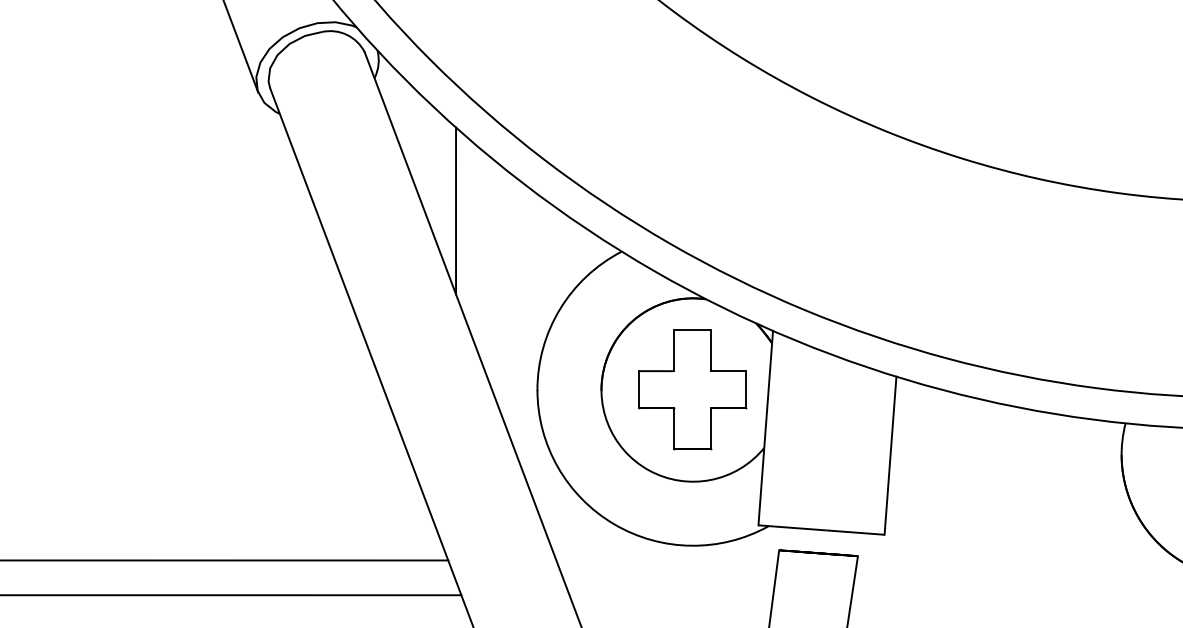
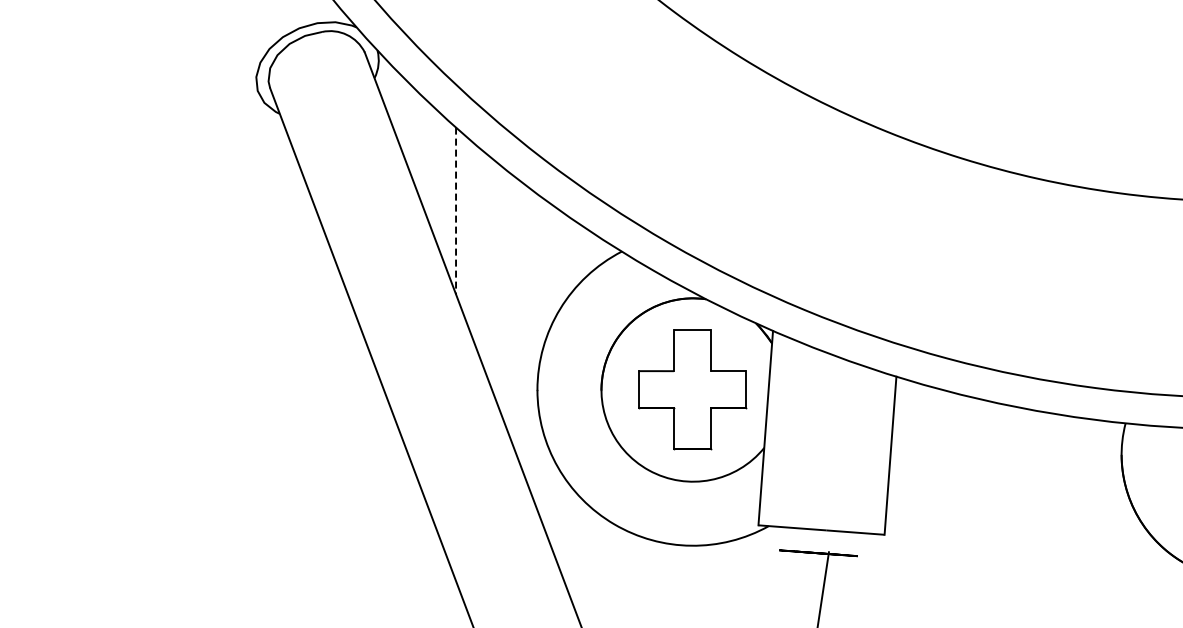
line at (241, 47): present -> none
line at (456, 211): solid -> dashed
line at (225, 560): present -> none
line at (774, 587): present -> none
line at (852, 590) position: (852, 590) -> (823, 588)
line at (231, 595): present -> none
